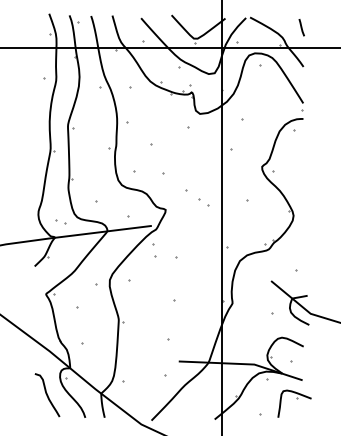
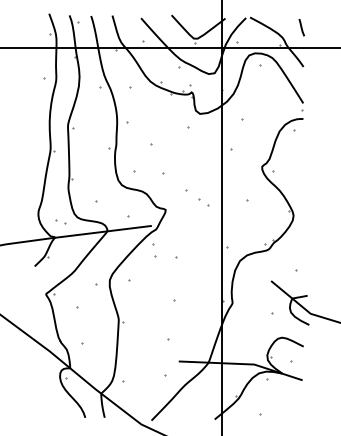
curve at (47, 395): present -> none
part at (294, 403): present -> none
